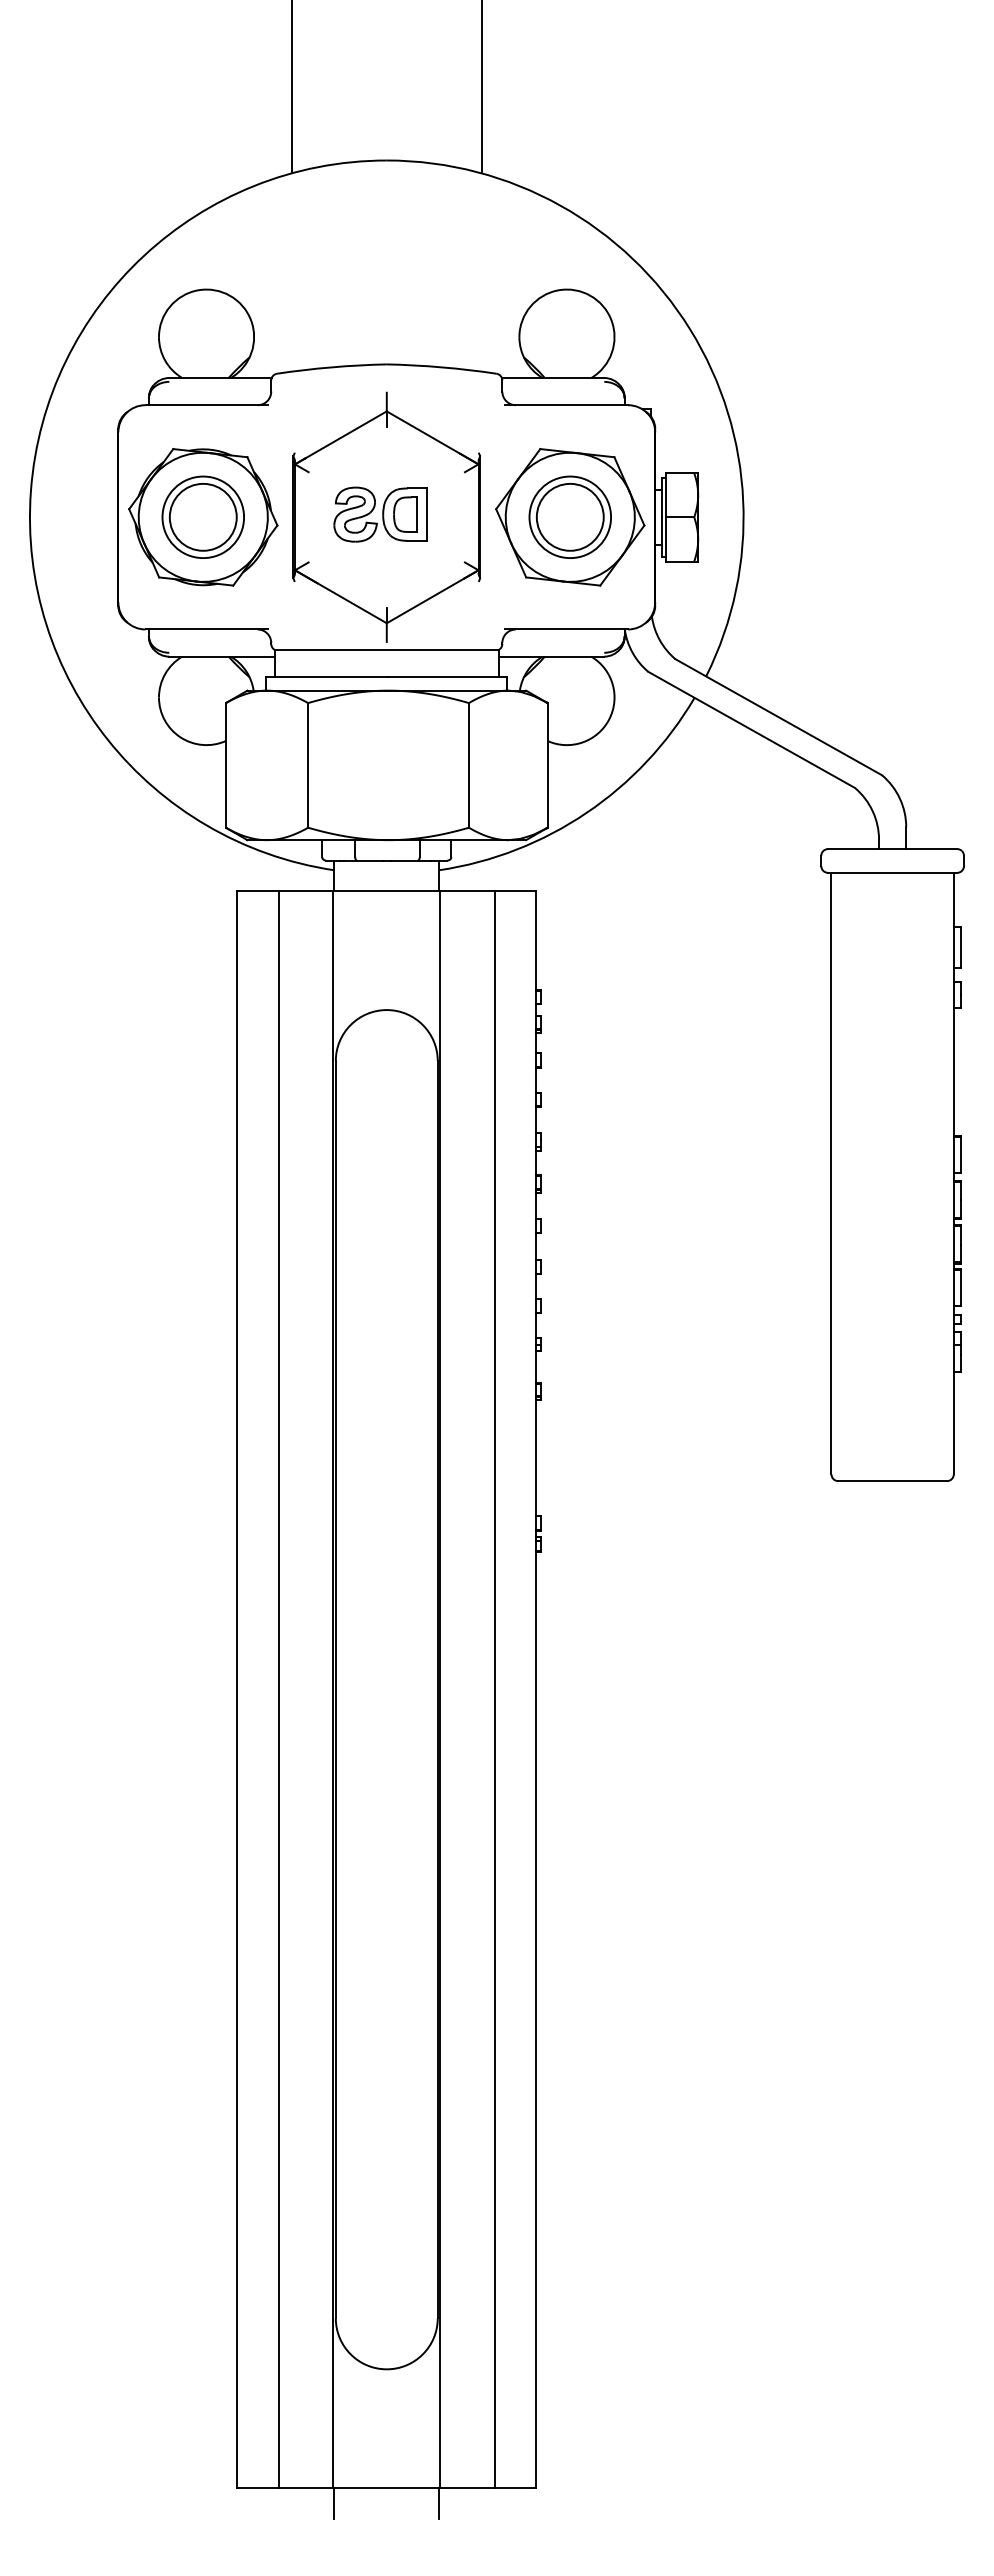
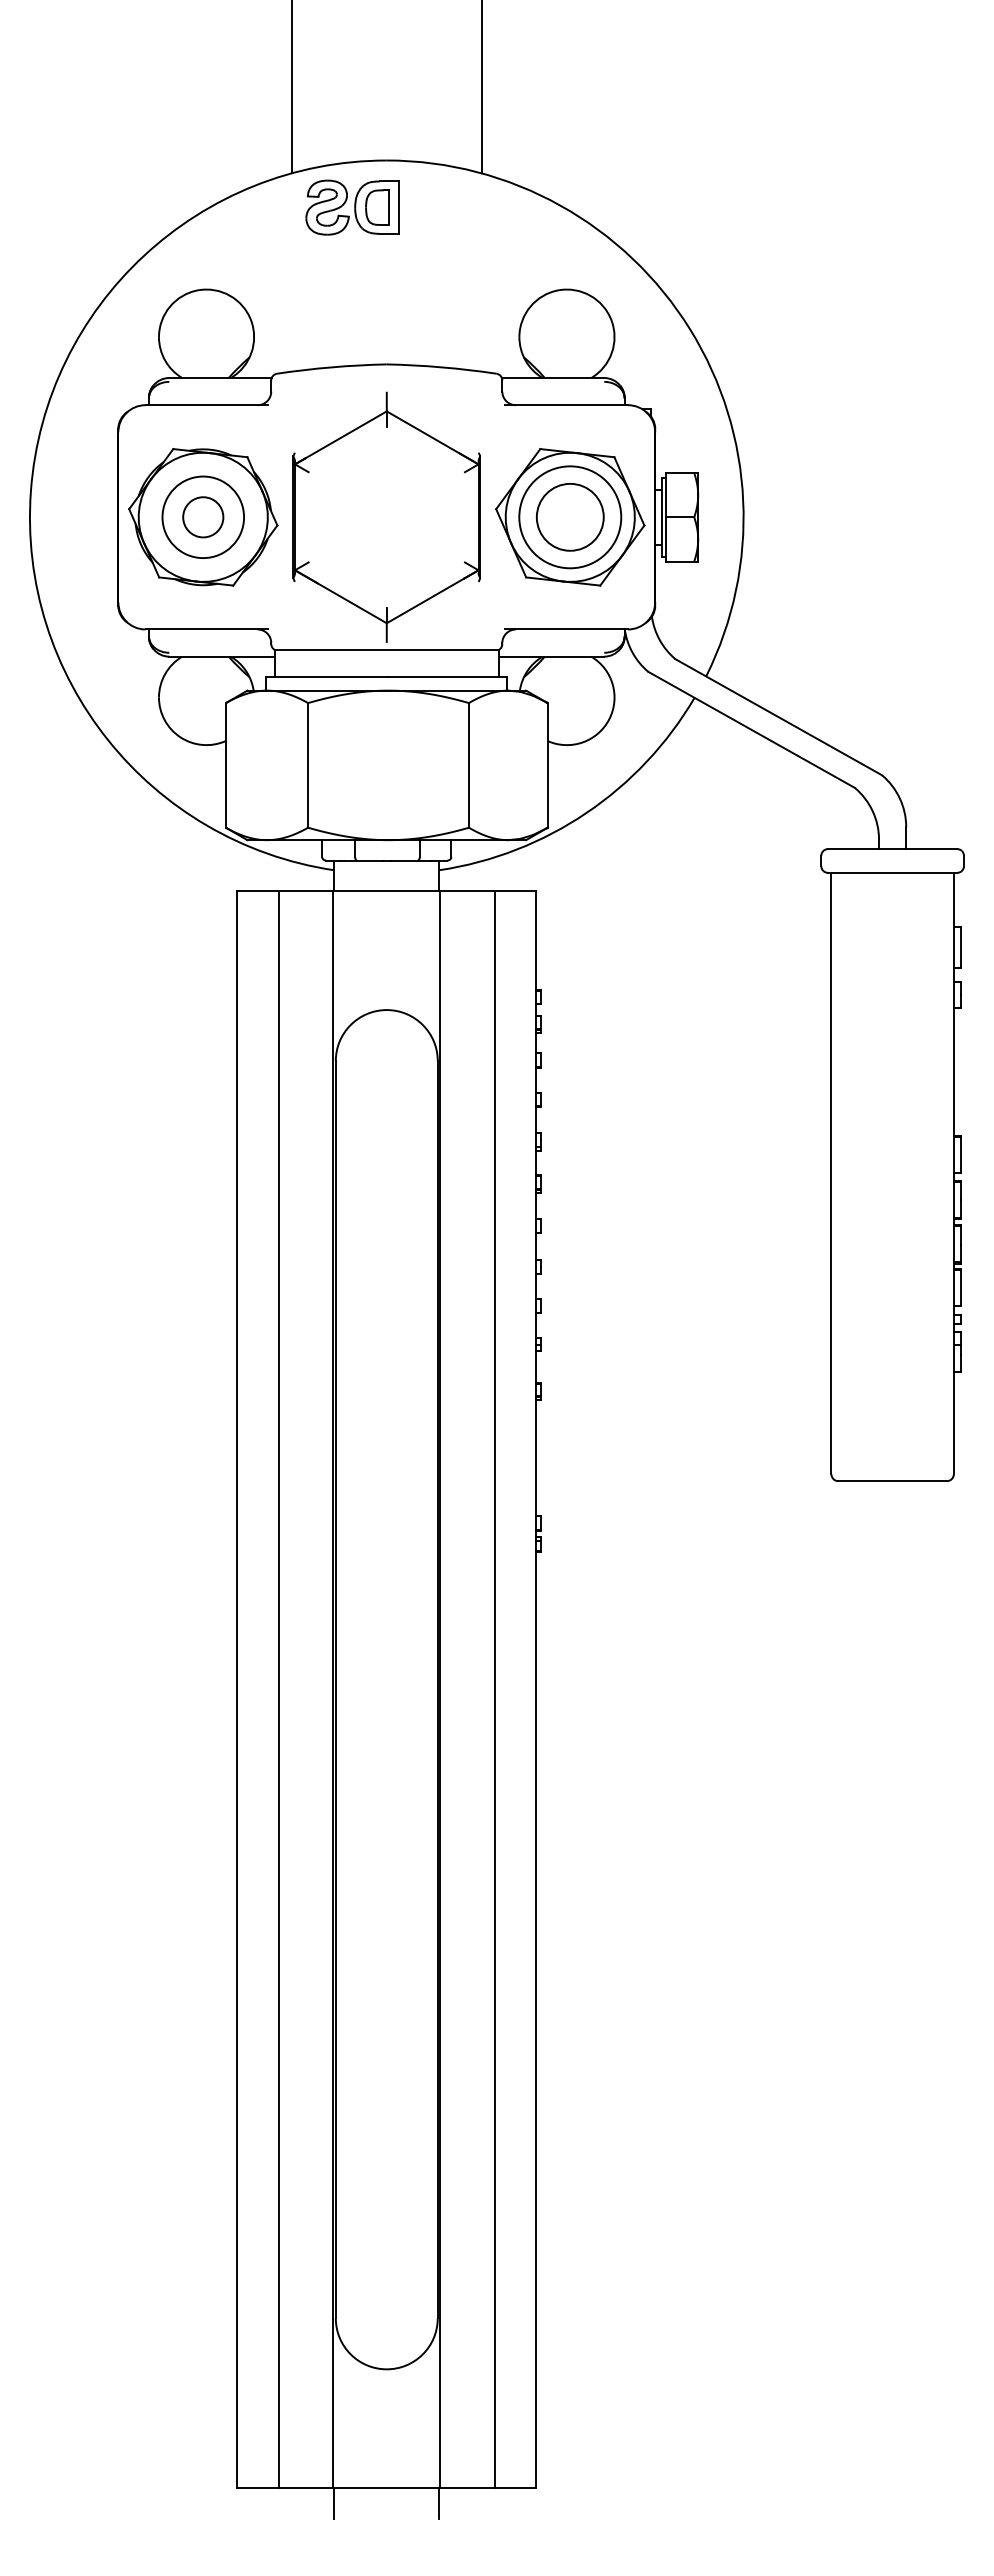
part at (380, 514) position: (380, 514) -> (352, 207)
circle at (202, 516) diameter: 67 px -> 40 px
circle at (570, 517) diameter: 82 px -> 102 px
